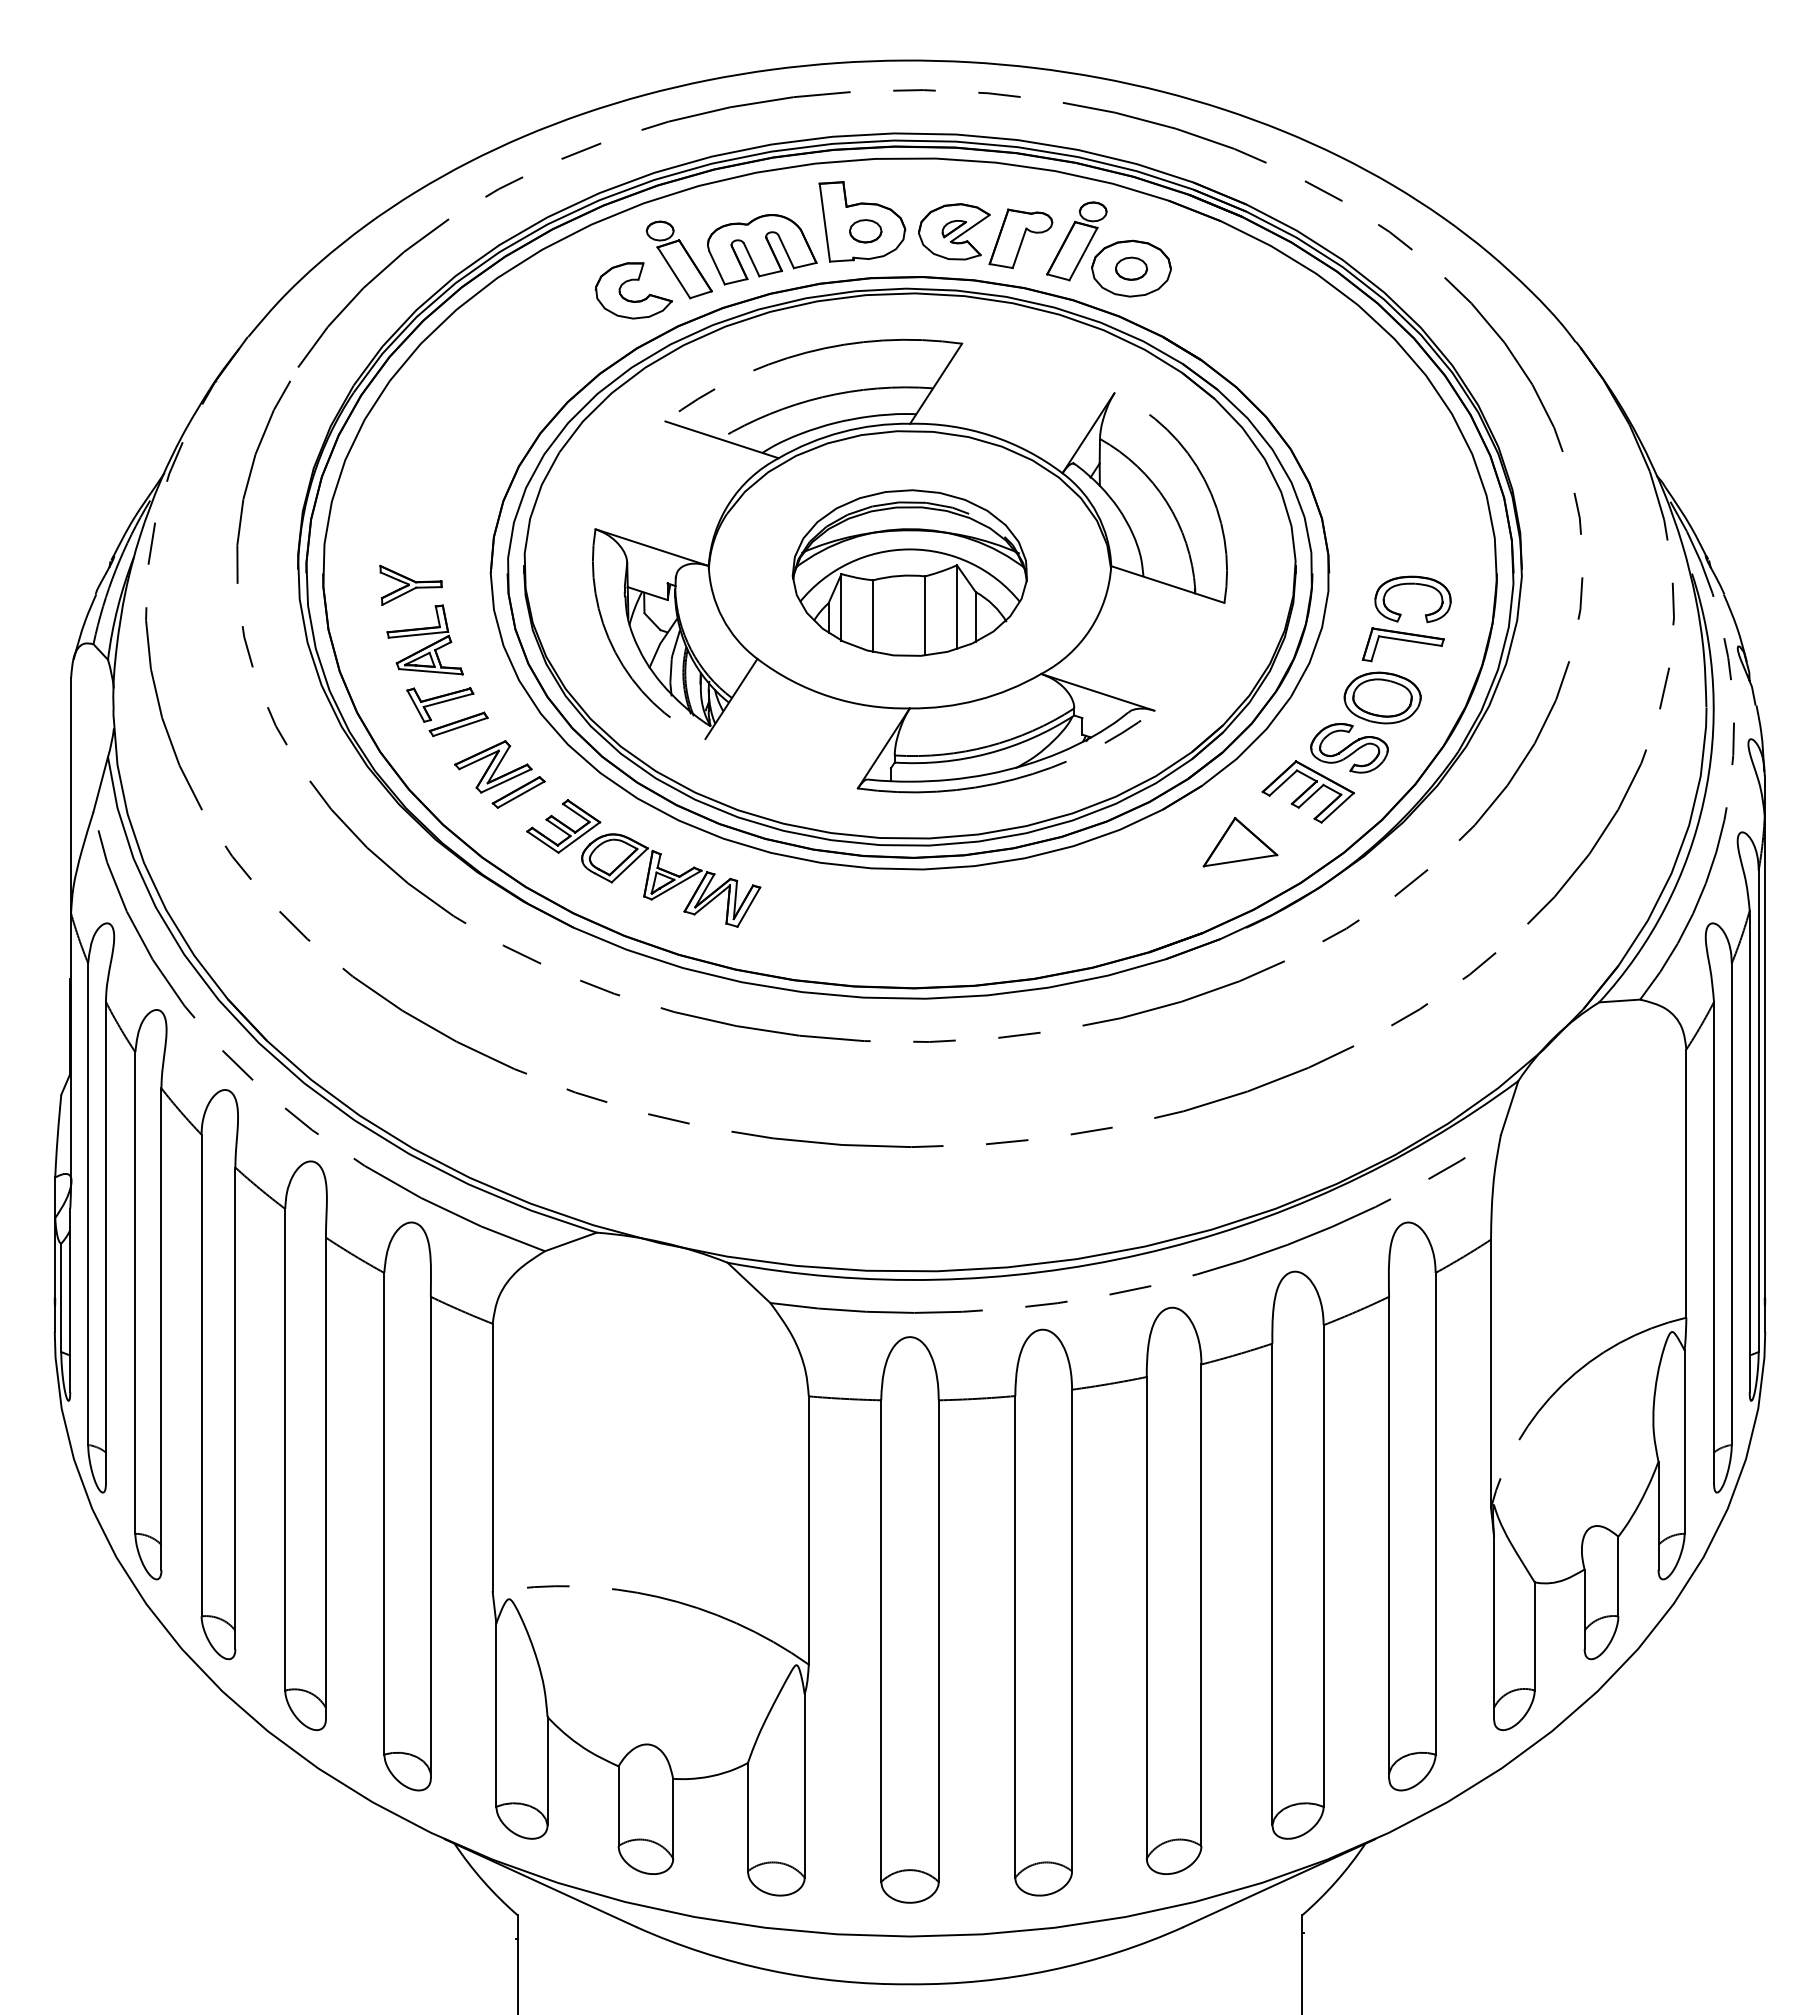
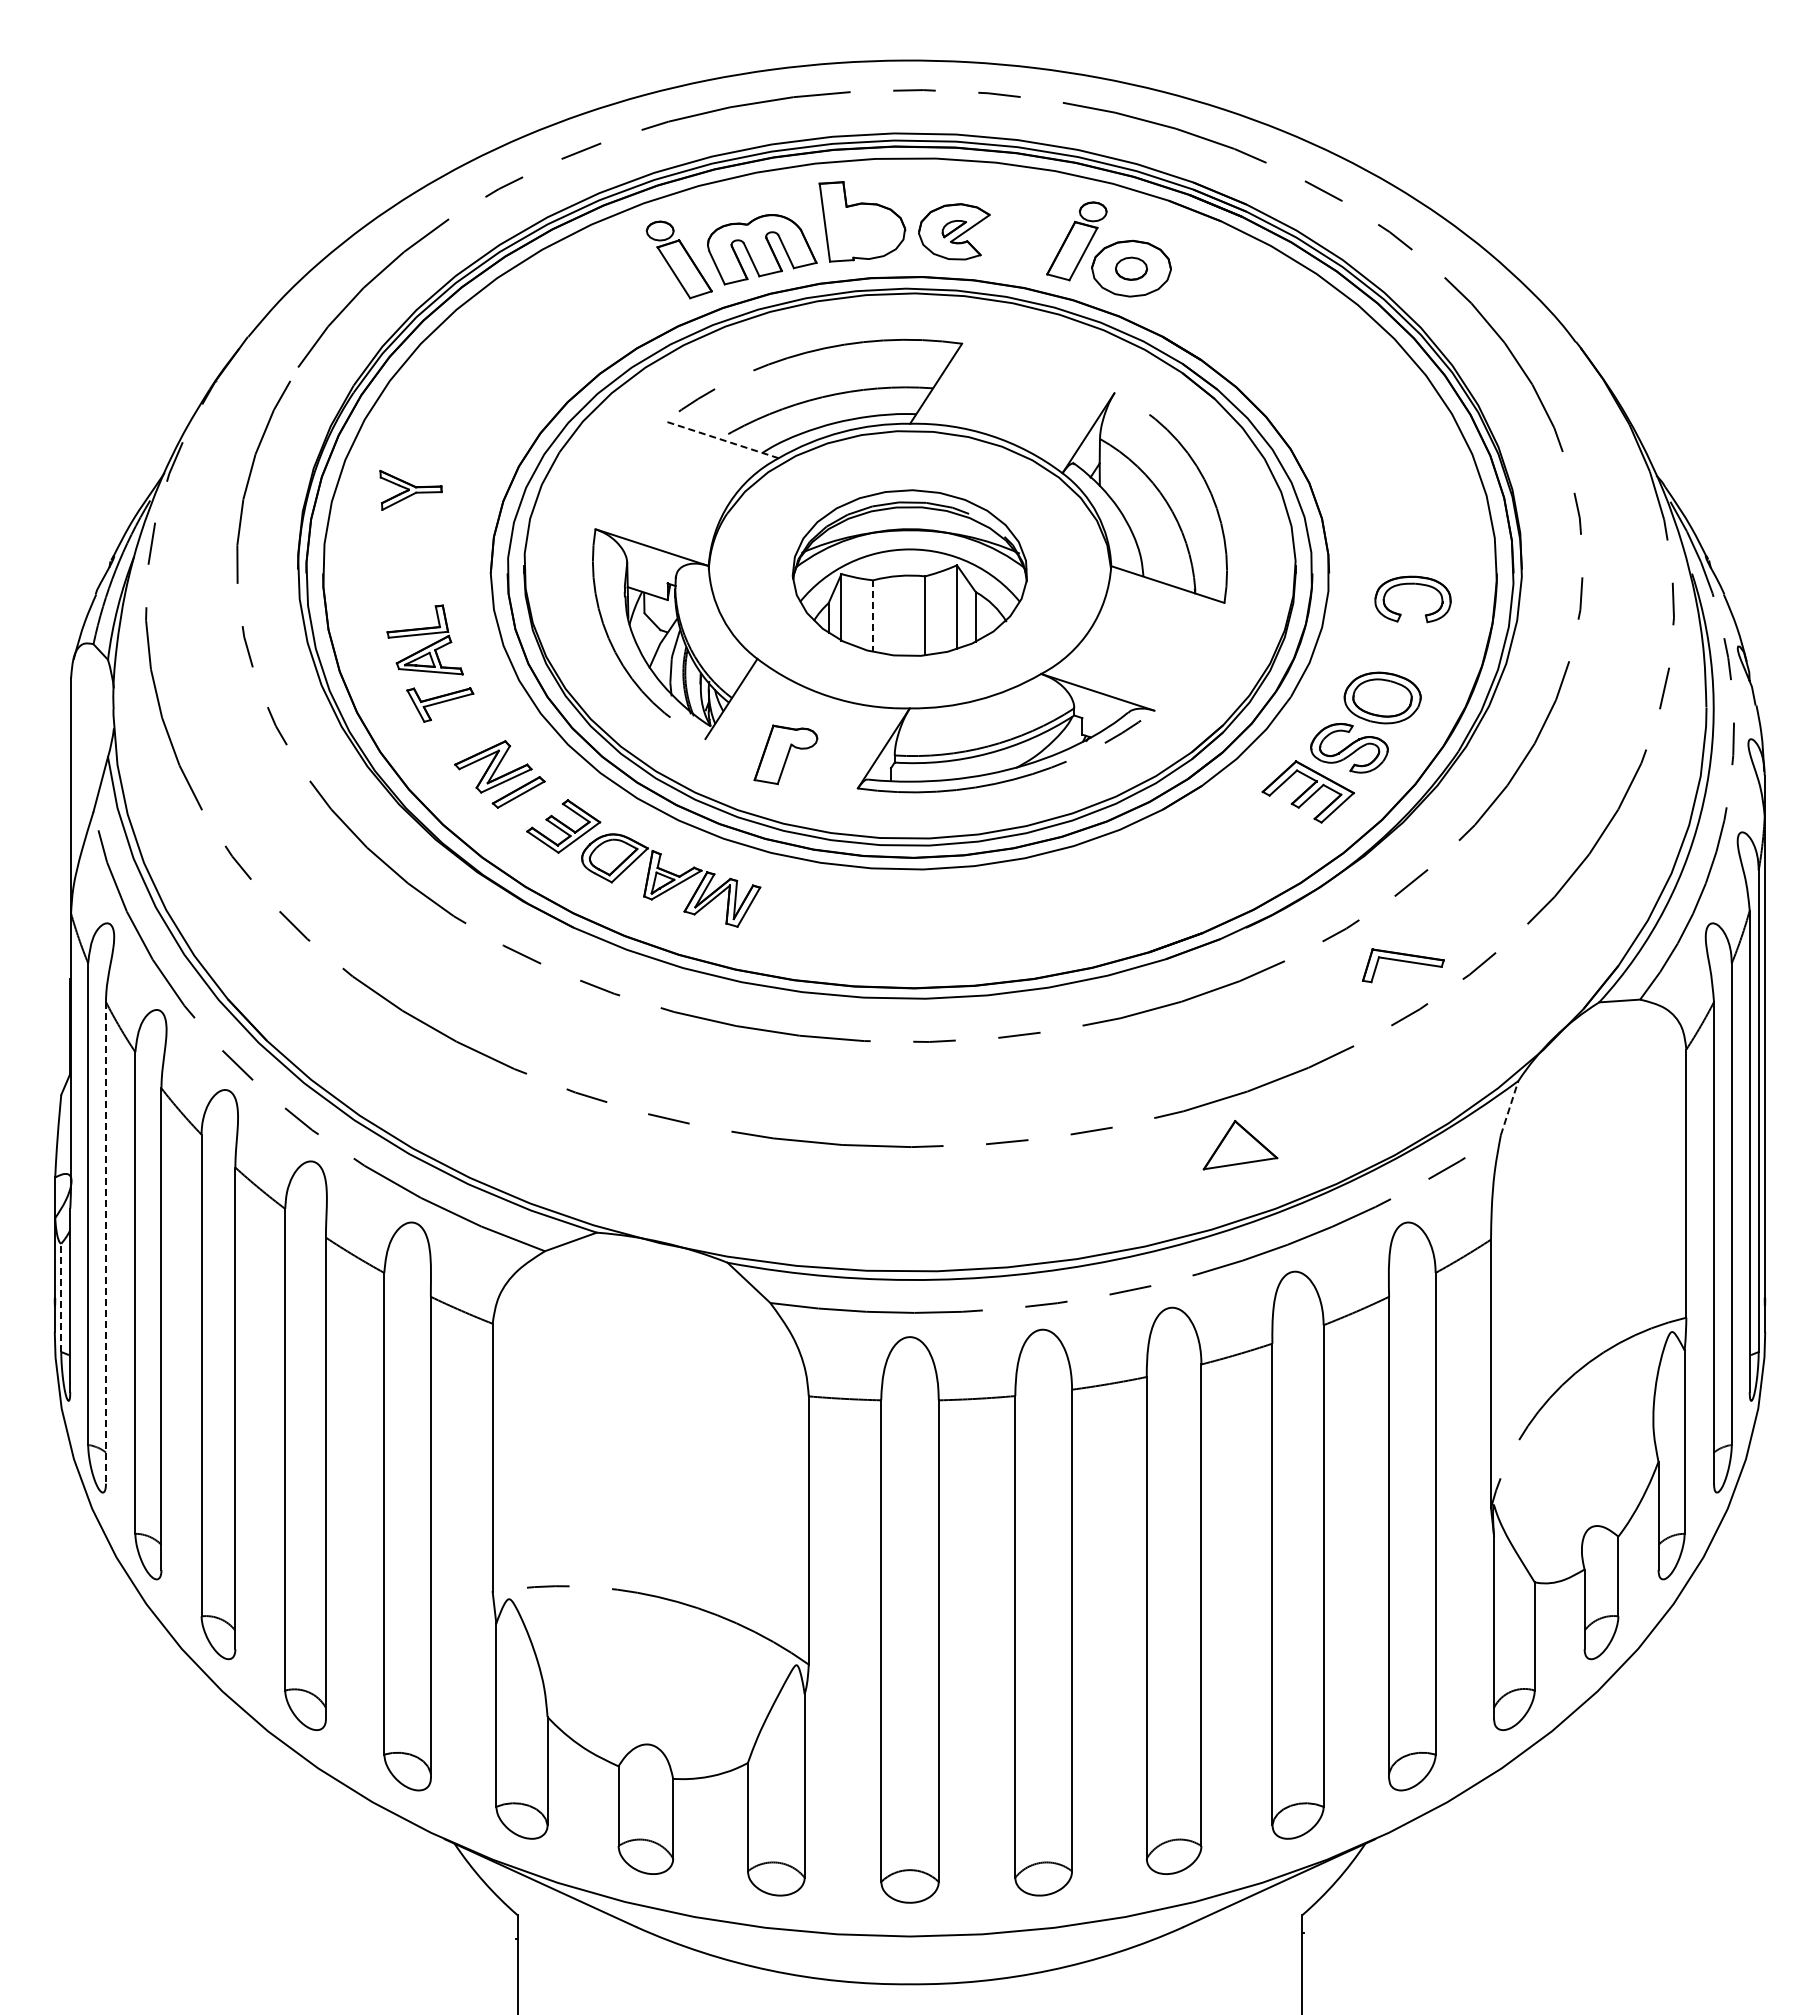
part at (865, 231): present -> none
part at (1020, 238) position: (1020, 238) -> (785, 754)
part at (630, 281): present -> none
line at (722, 439): solid -> dashed
part at (410, 585) position: (410, 585) -> (410, 490)
line at (873, 616): solid -> dashed
part at (1403, 644) position: (1403, 644) -> (1403, 965)
part at (458, 724): present -> none
part at (1240, 842) position: (1240, 842) -> (1240, 1145)
line at (1509, 1107): solid -> dashed
line at (105, 1242): solid -> dashed
line at (61, 1297): solid -> dashed
